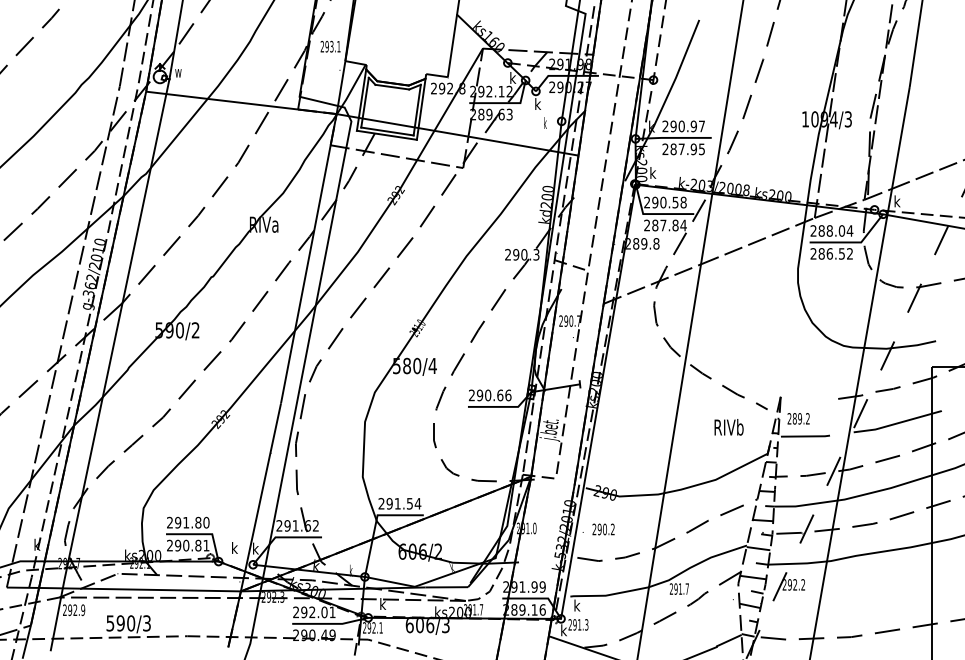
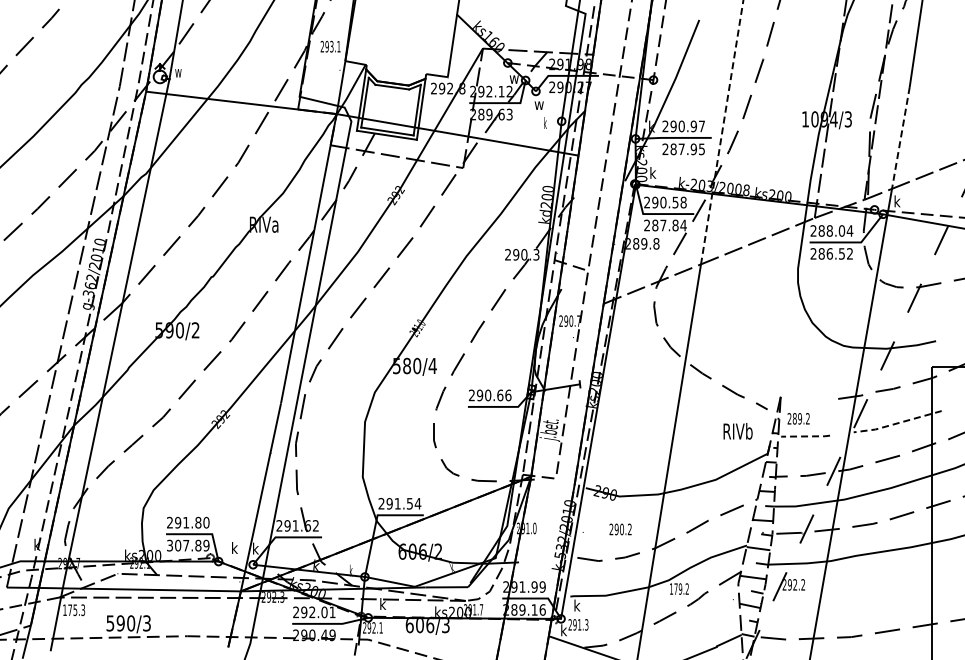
text at (513, 77): k -> w
text at (538, 103): k -> w
line at (722, 133): solid -> dashed
line at (900, 137): solid -> dashed
line at (898, 423): solid -> dashed
text at (728, 427) position: (728, 427) -> (737, 431)
line at (805, 436): solid -> dashed
text at (603, 529) position: (603, 529) -> (620, 529)
text at (188, 545): 290.81 -> 307.89
text at (678, 588): 291.7 -> 179.2
text at (74, 610): 292.9 -> 175.3
